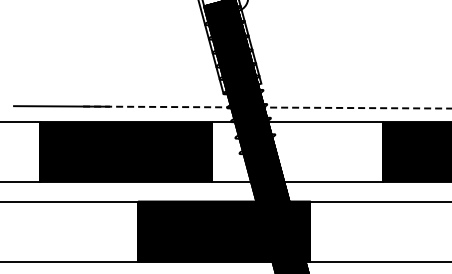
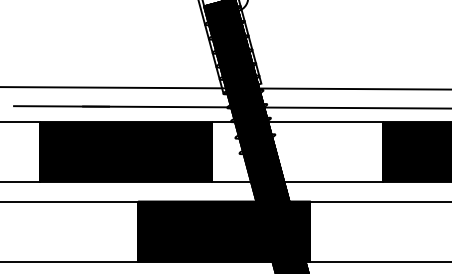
line at (225, 88): none -> present
line at (267, 107): dashed -> solid
